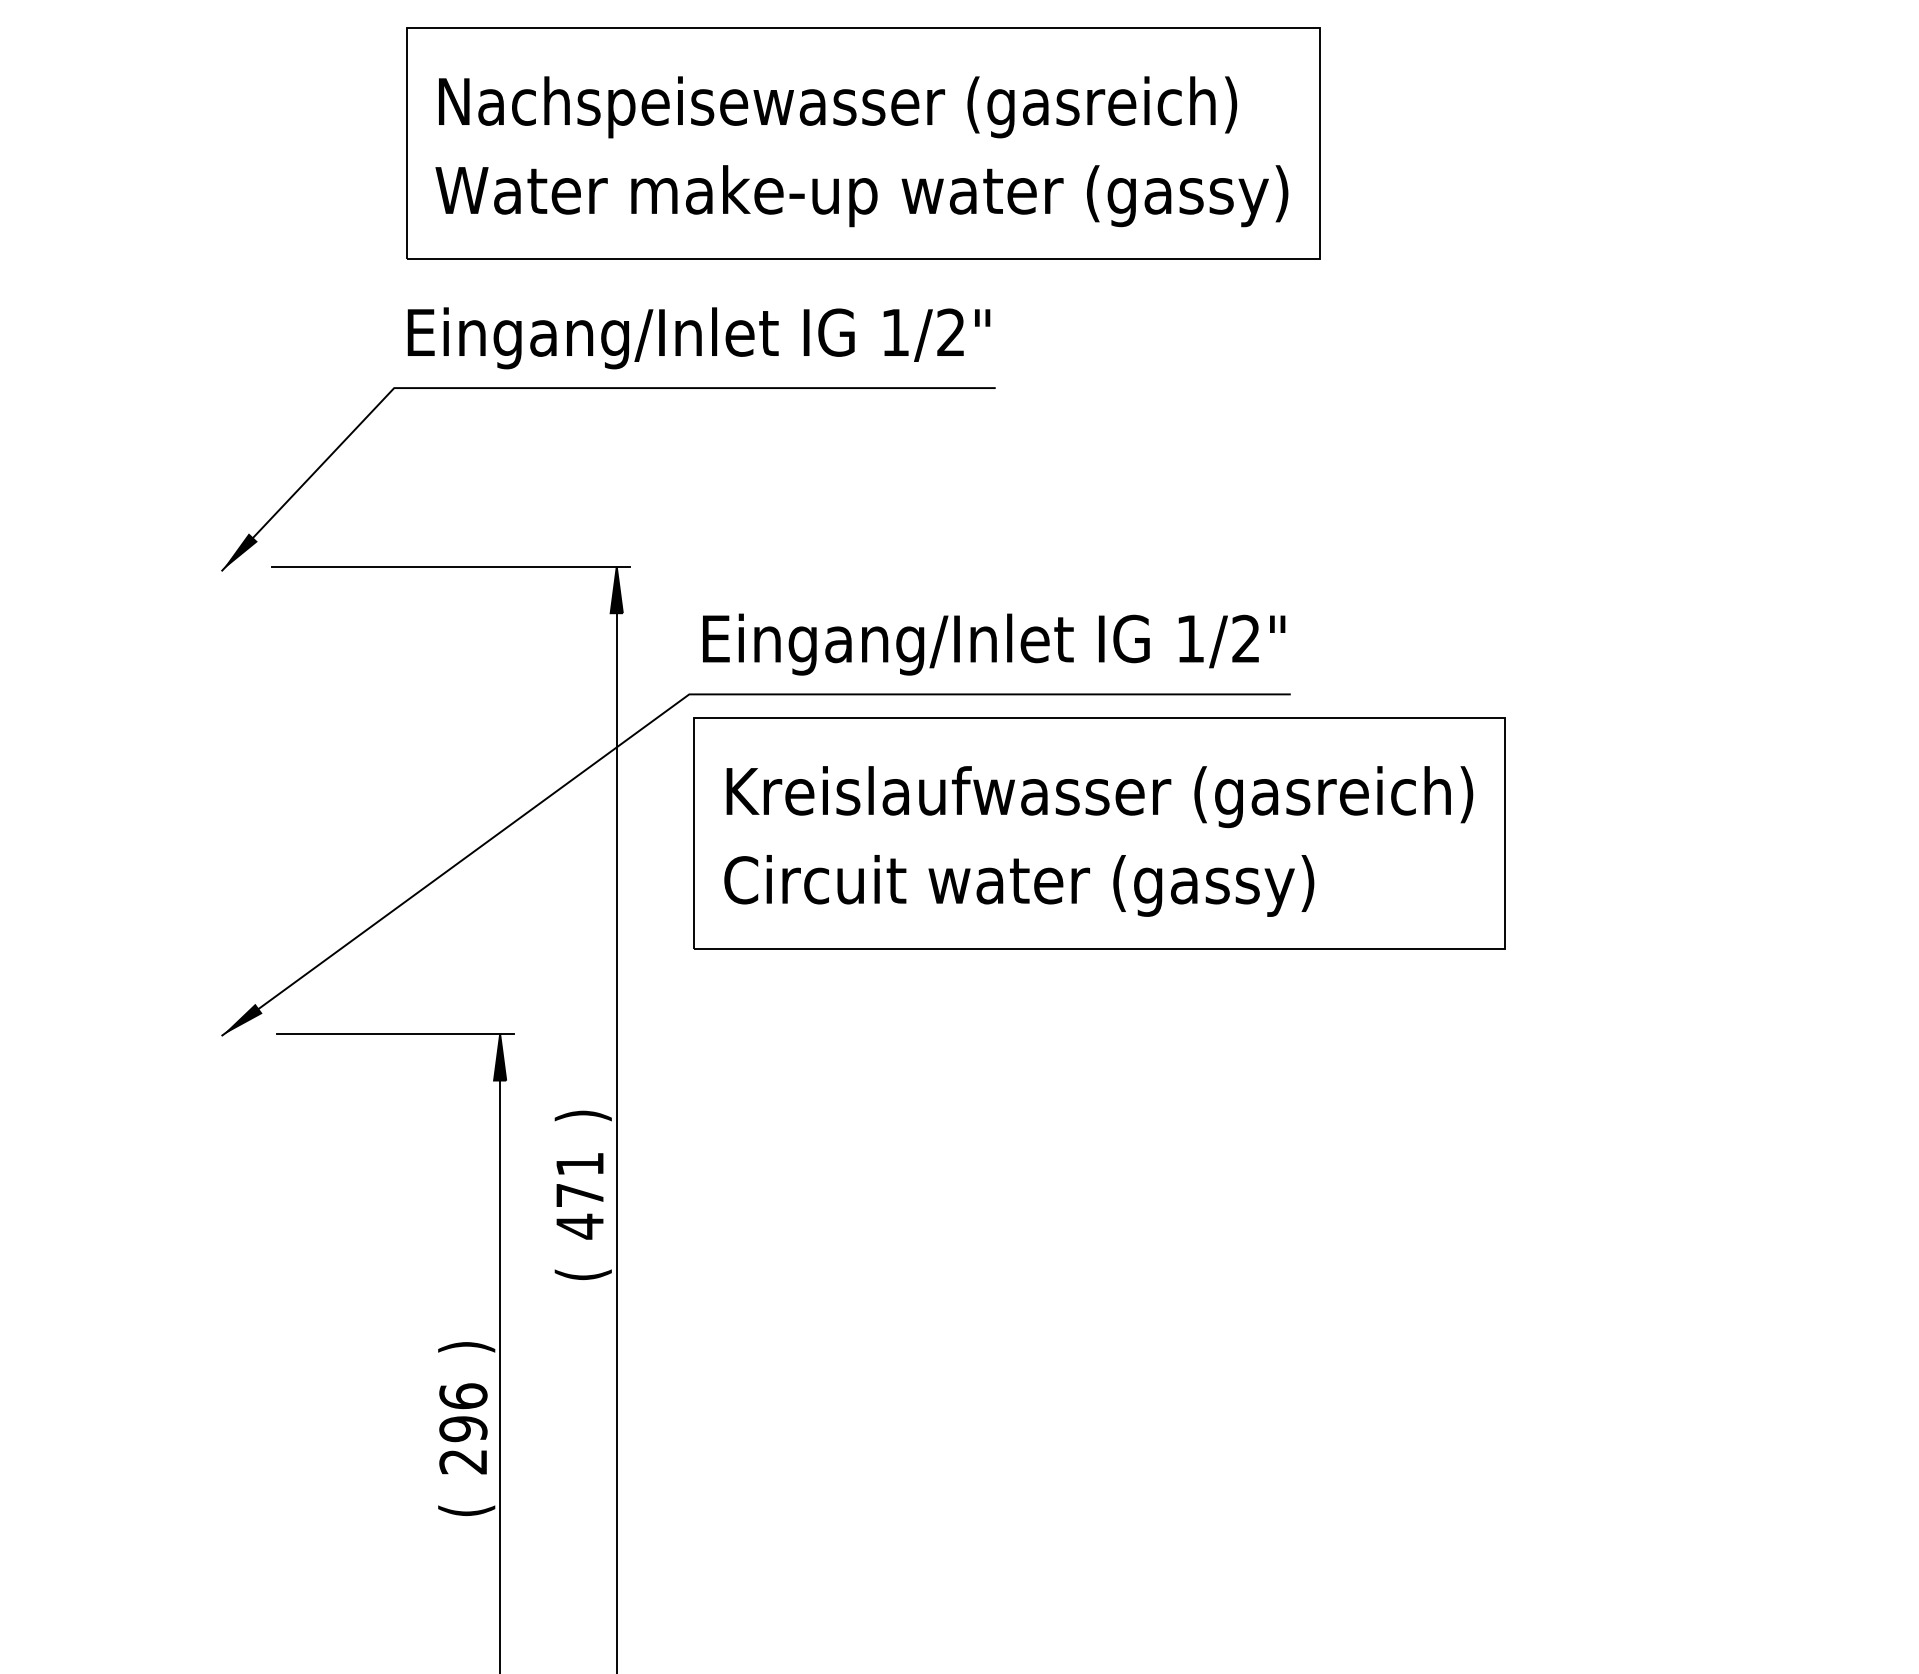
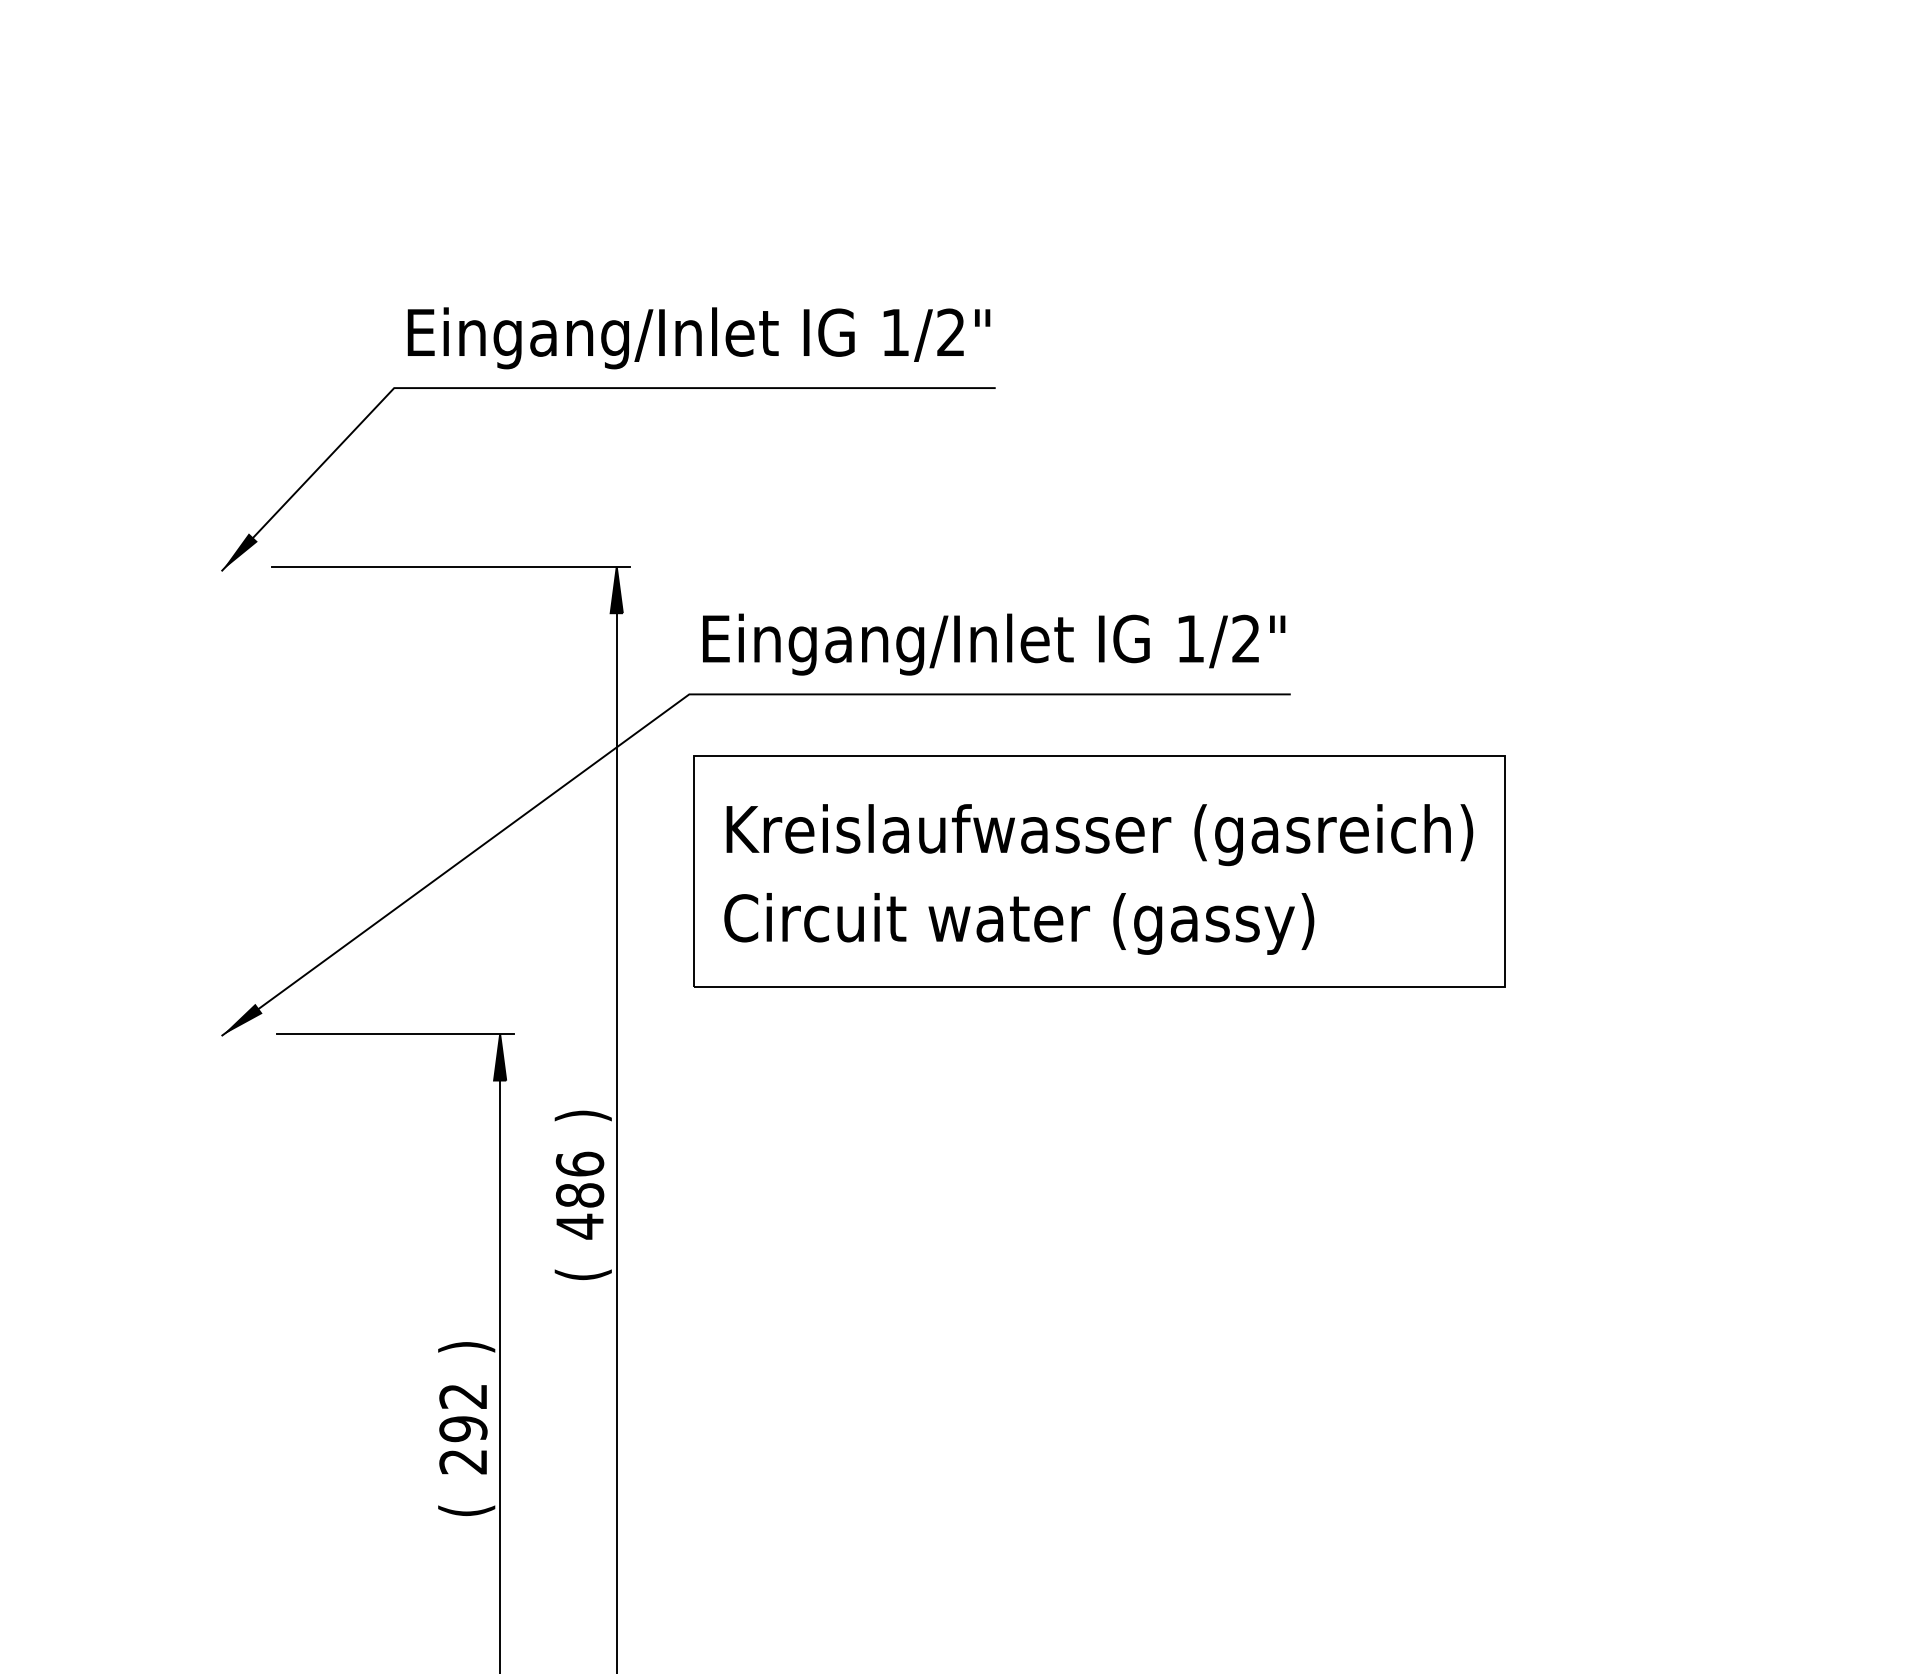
part at (863, 143): present -> none
part at (1099, 833) position: (1099, 833) -> (1099, 871)
text at (579, 1179): 471 -> 486
text at (463, 1396): 296 -> 292
